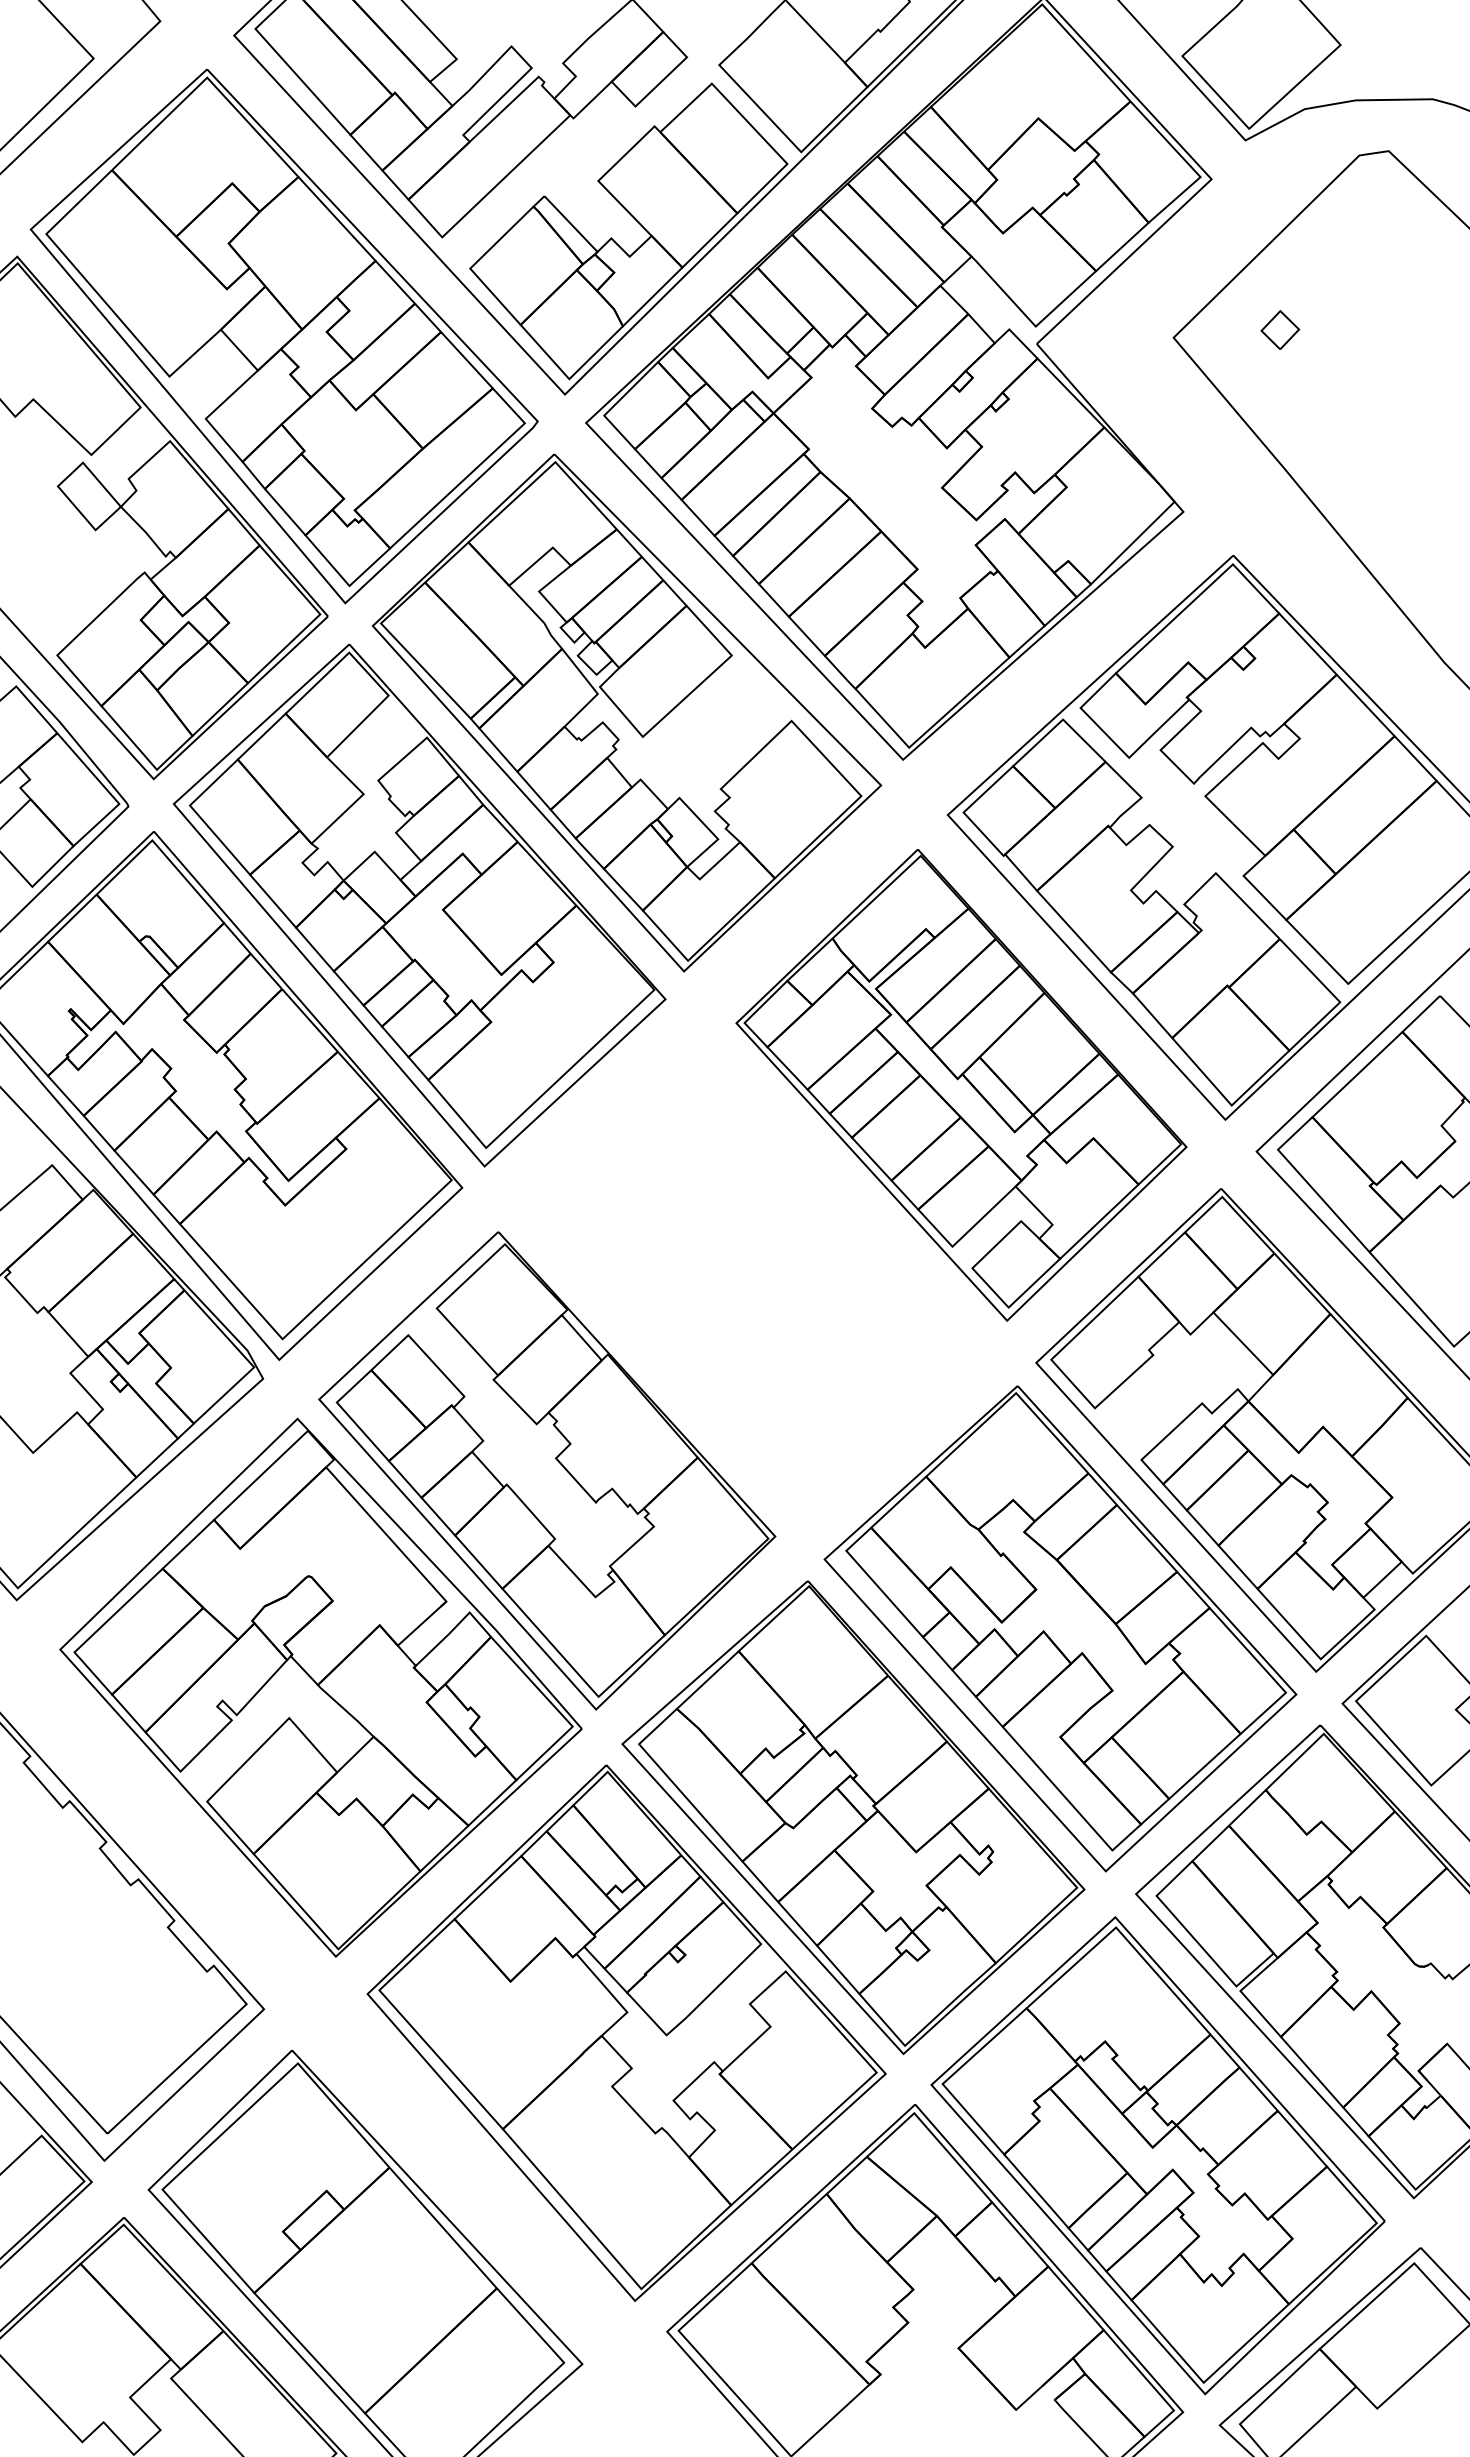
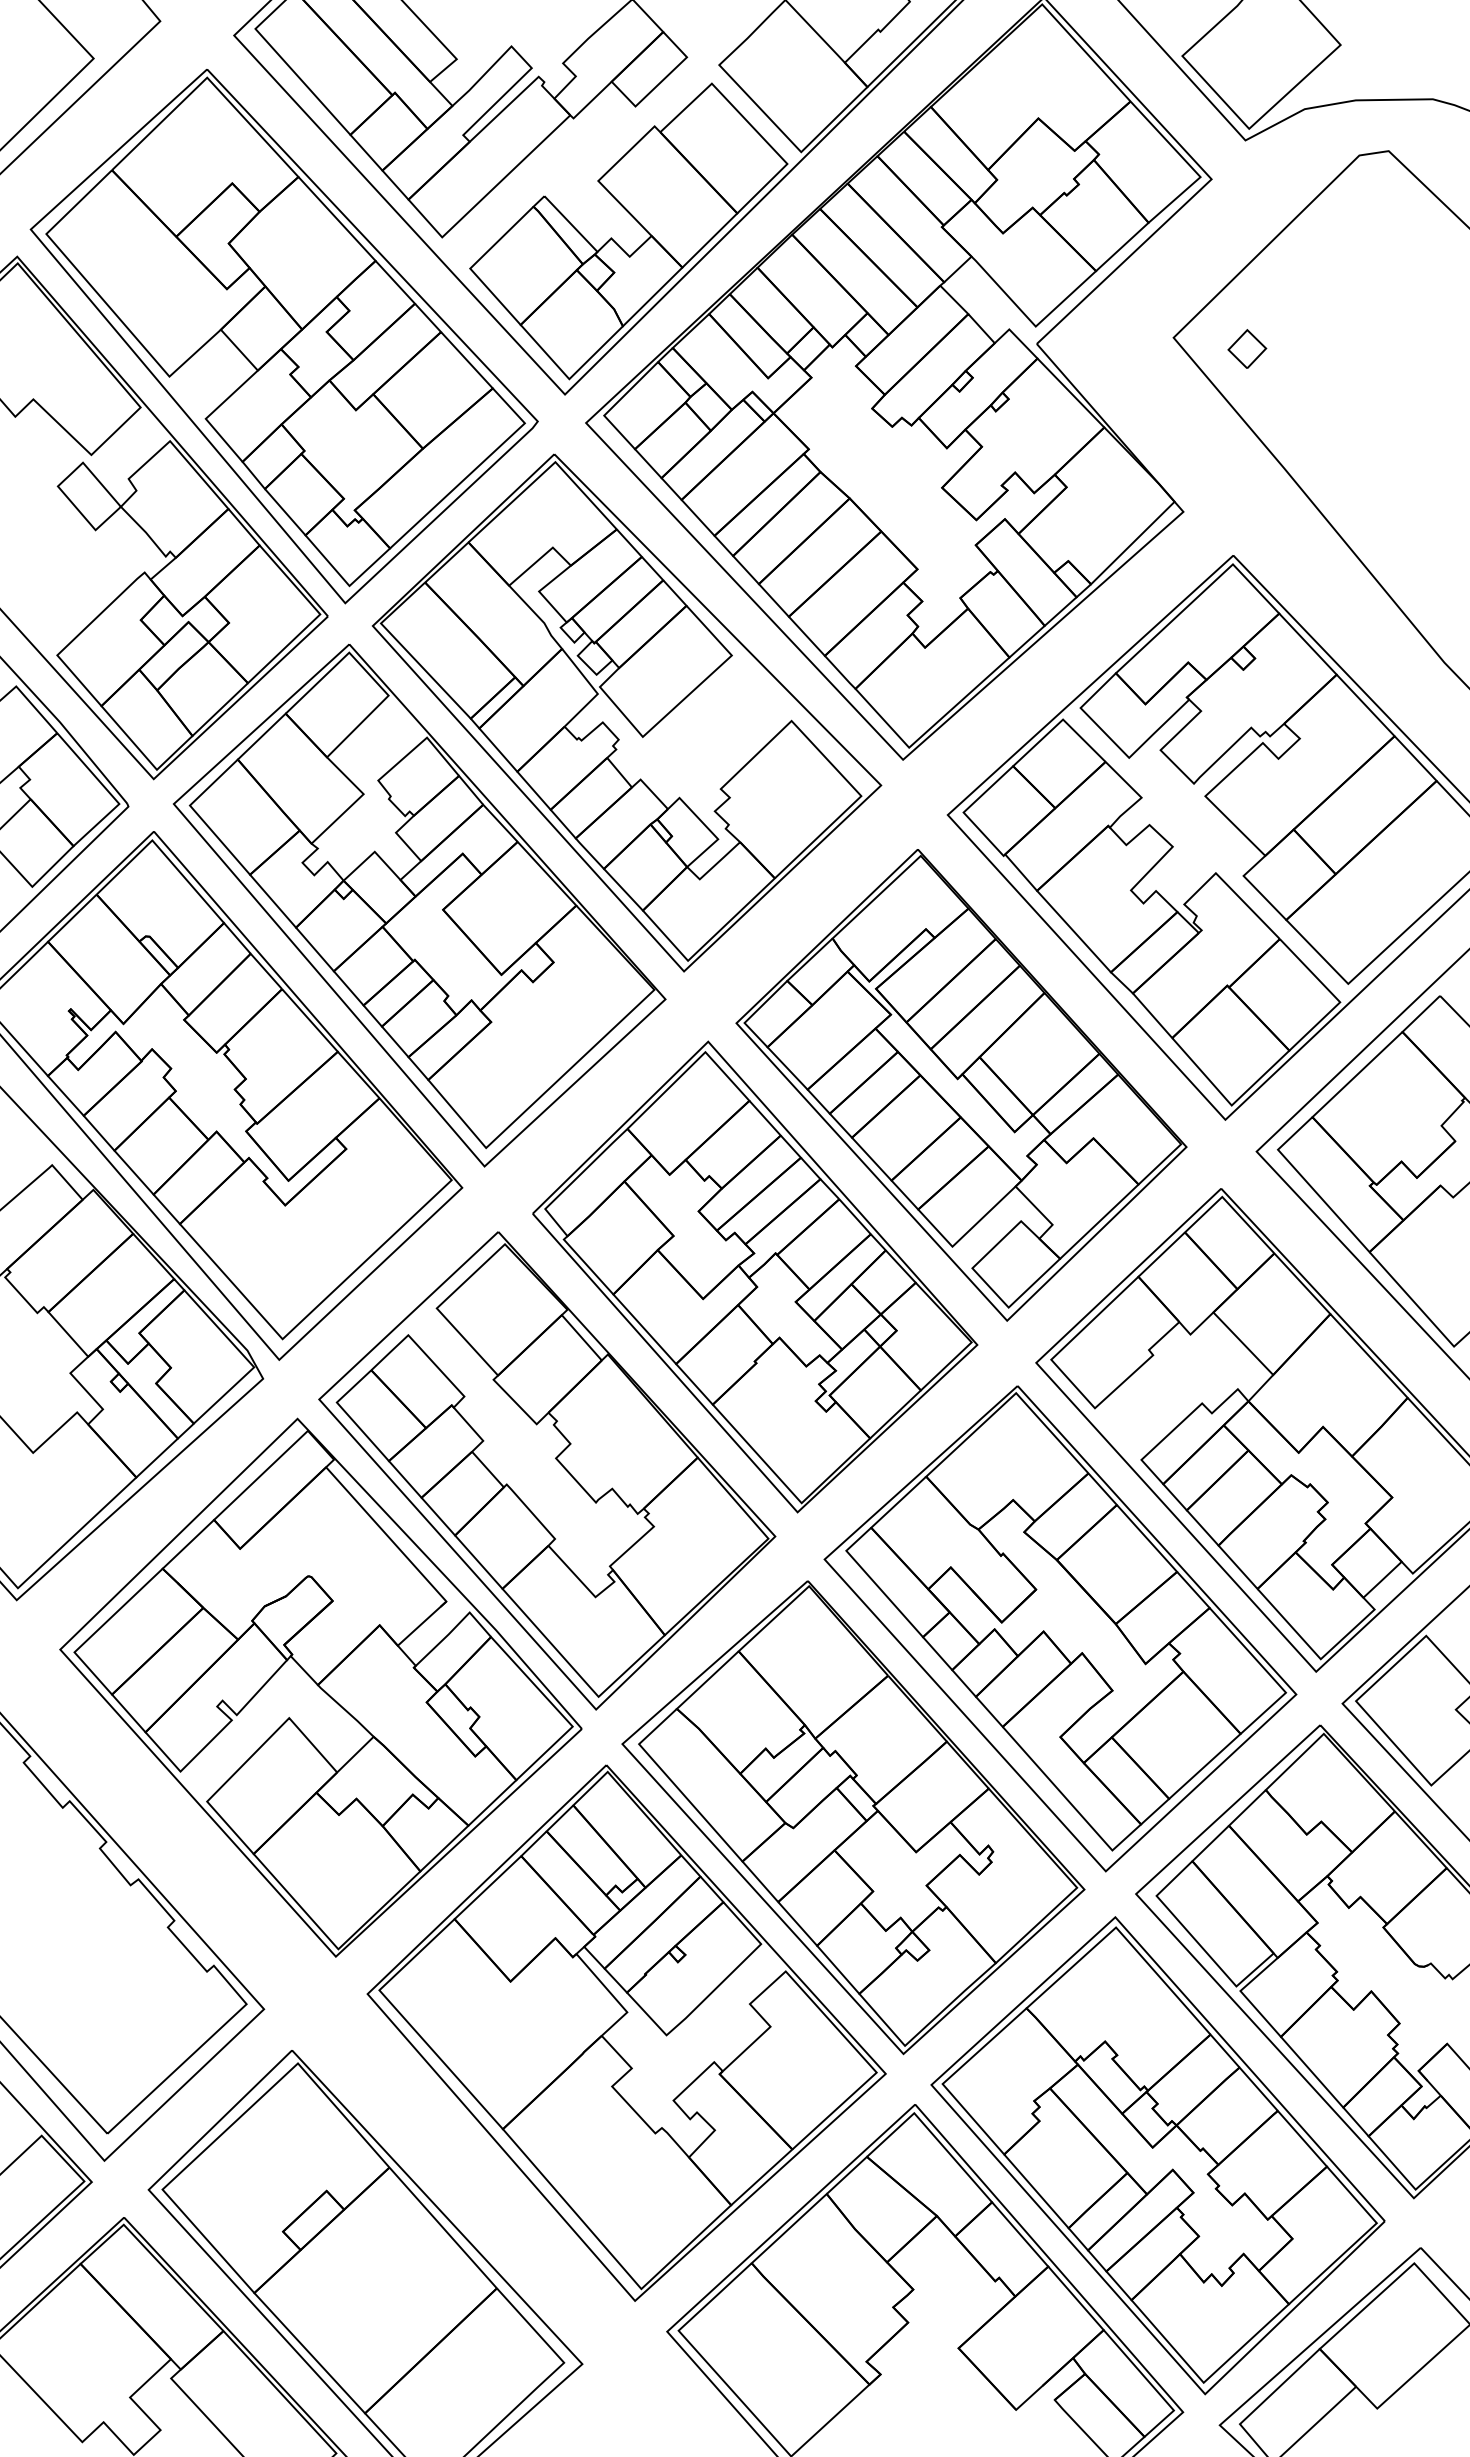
part at (1280, 329) position: (1280, 329) -> (1247, 348)
part at (755, 1276): none -> present
